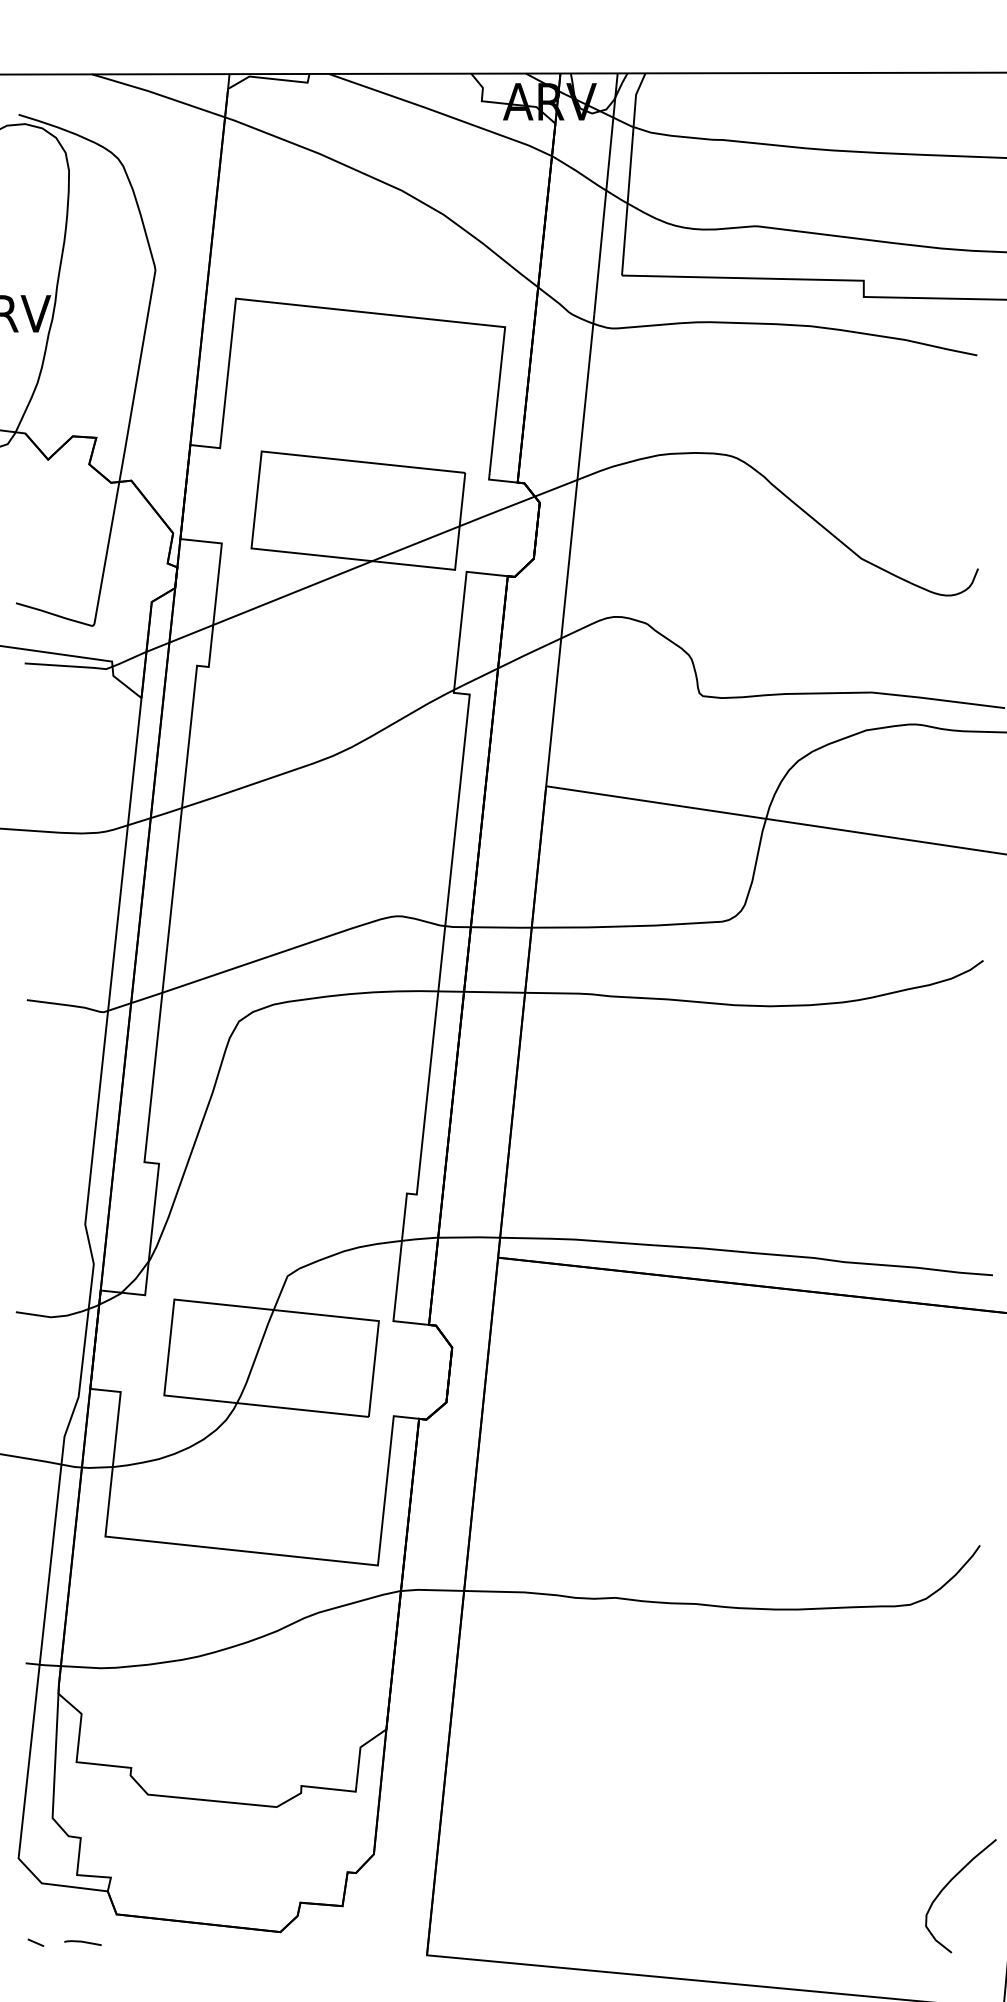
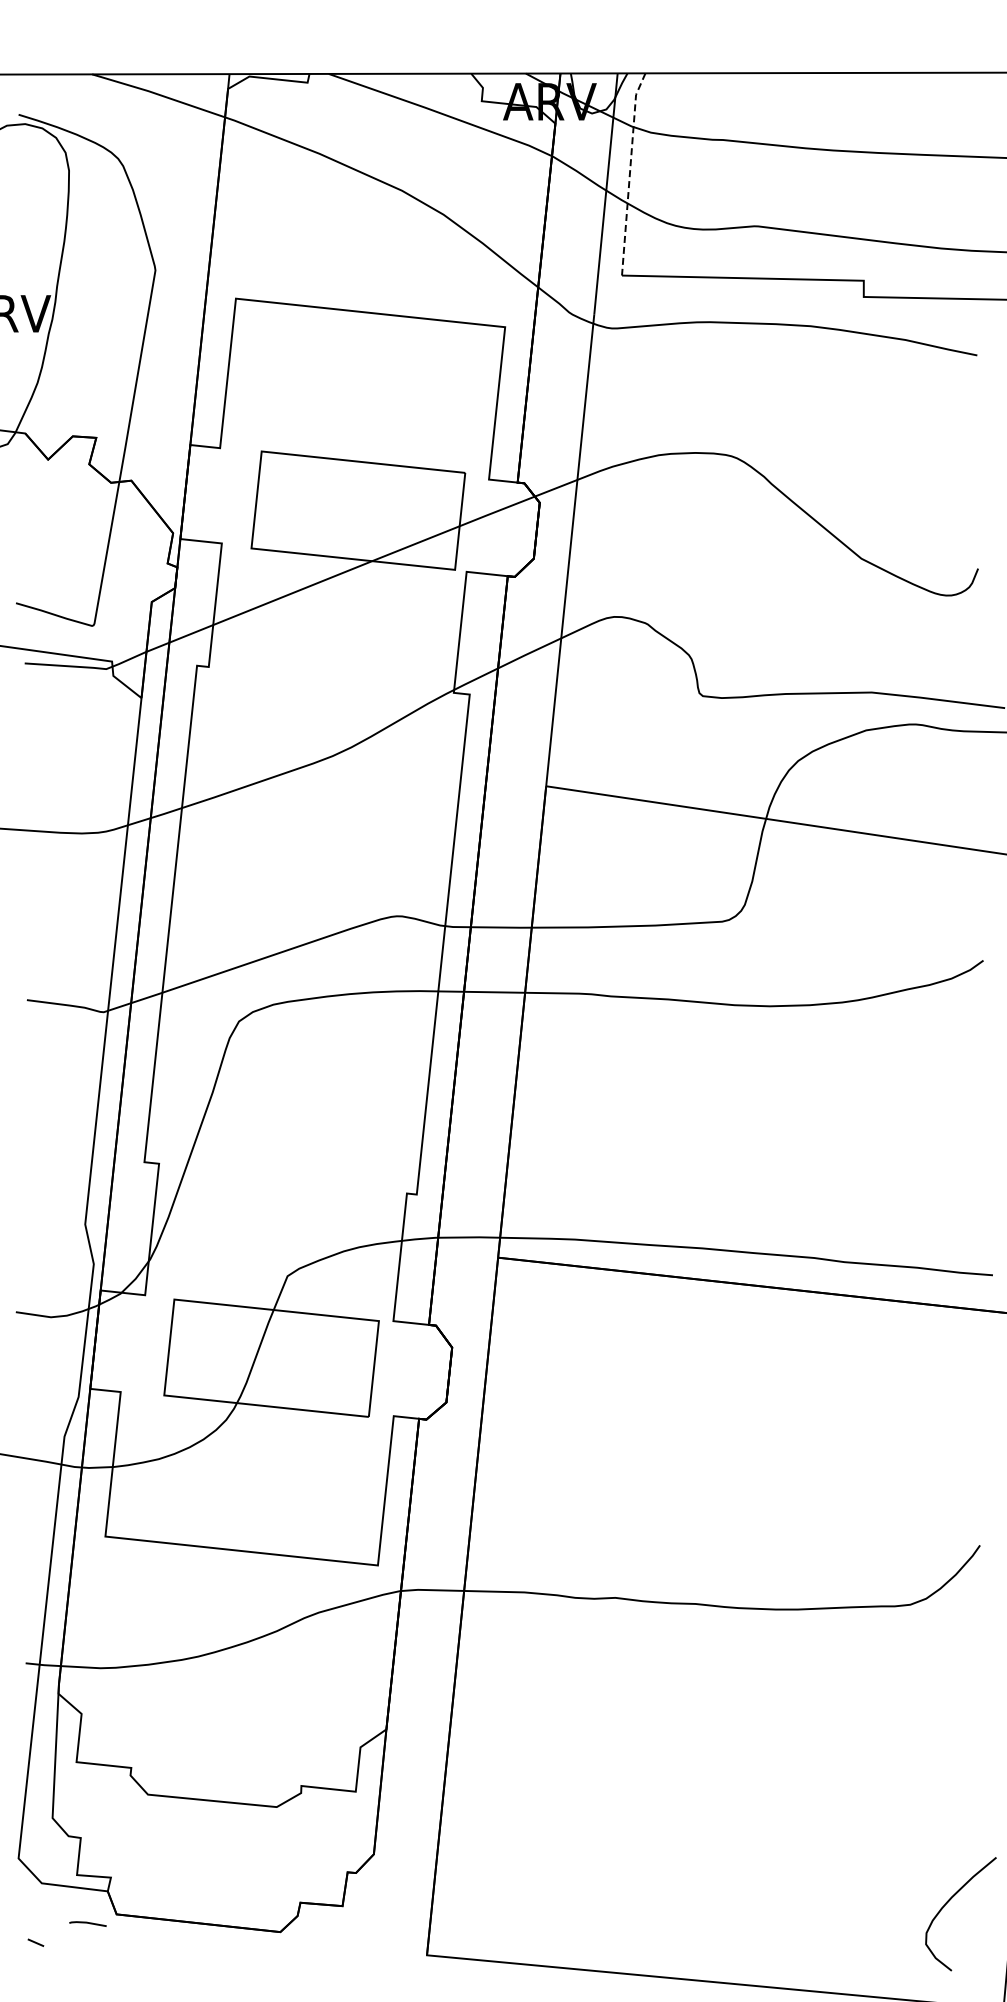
line at (629, 173): solid -> dashed
curve at (948, 1884) position: (948, 1884) -> (948, 1902)
line at (82, 1942) position: (82, 1942) -> (87, 1923)
